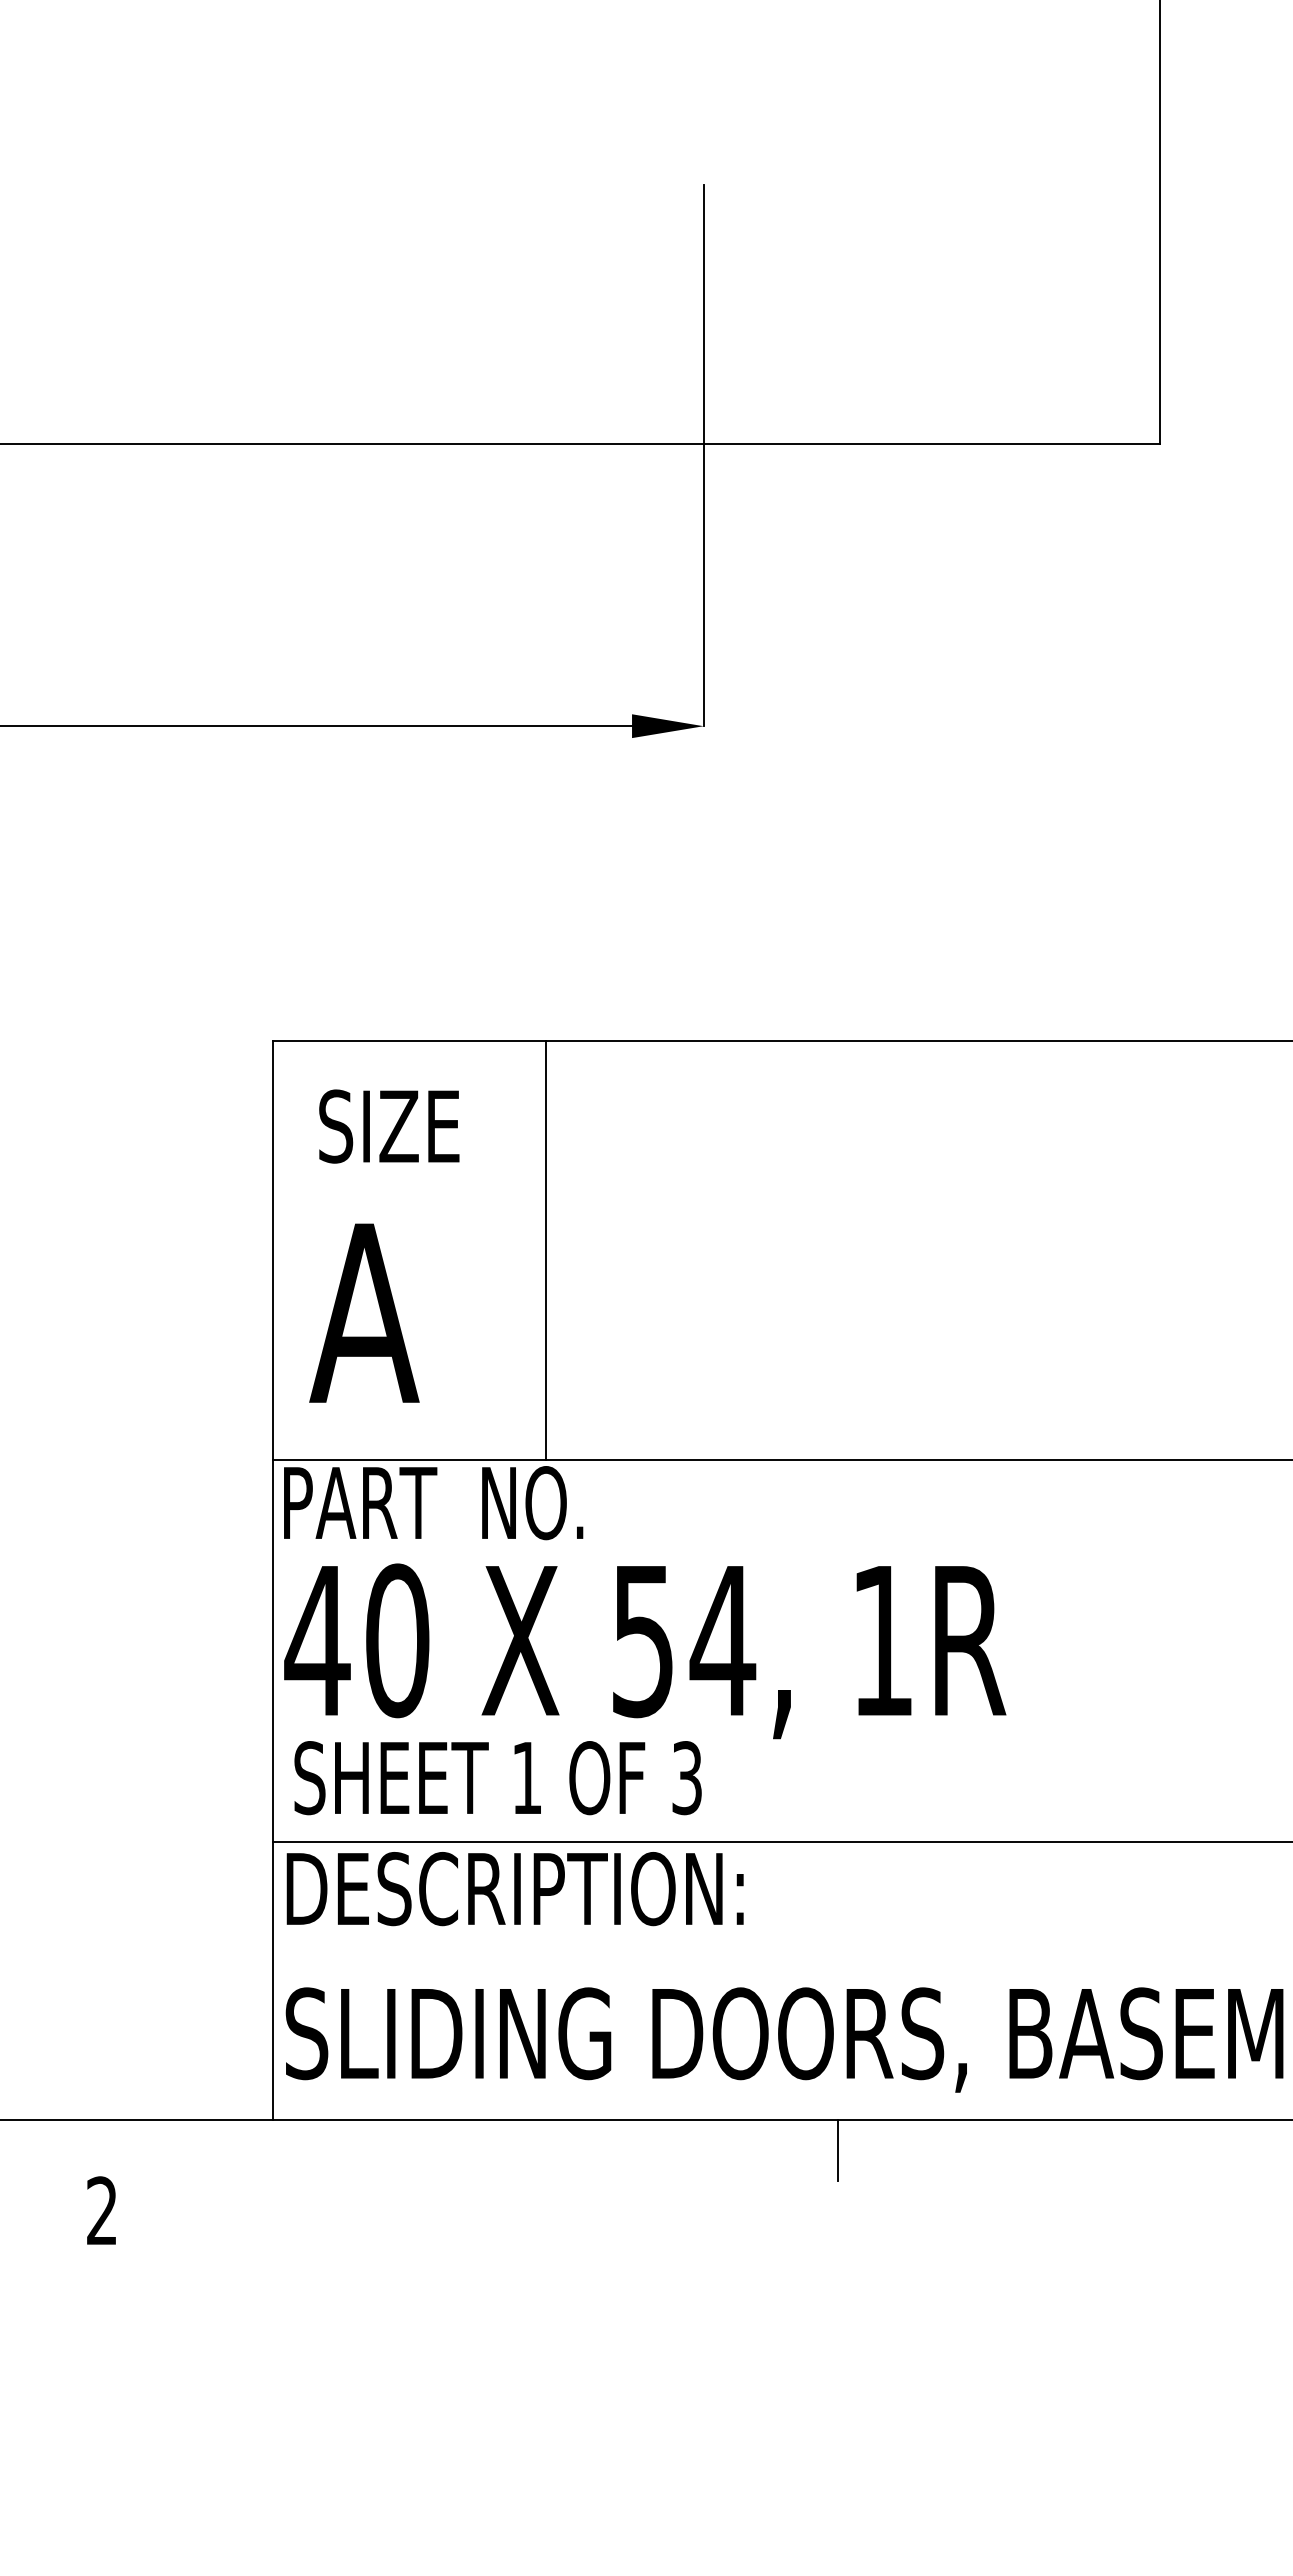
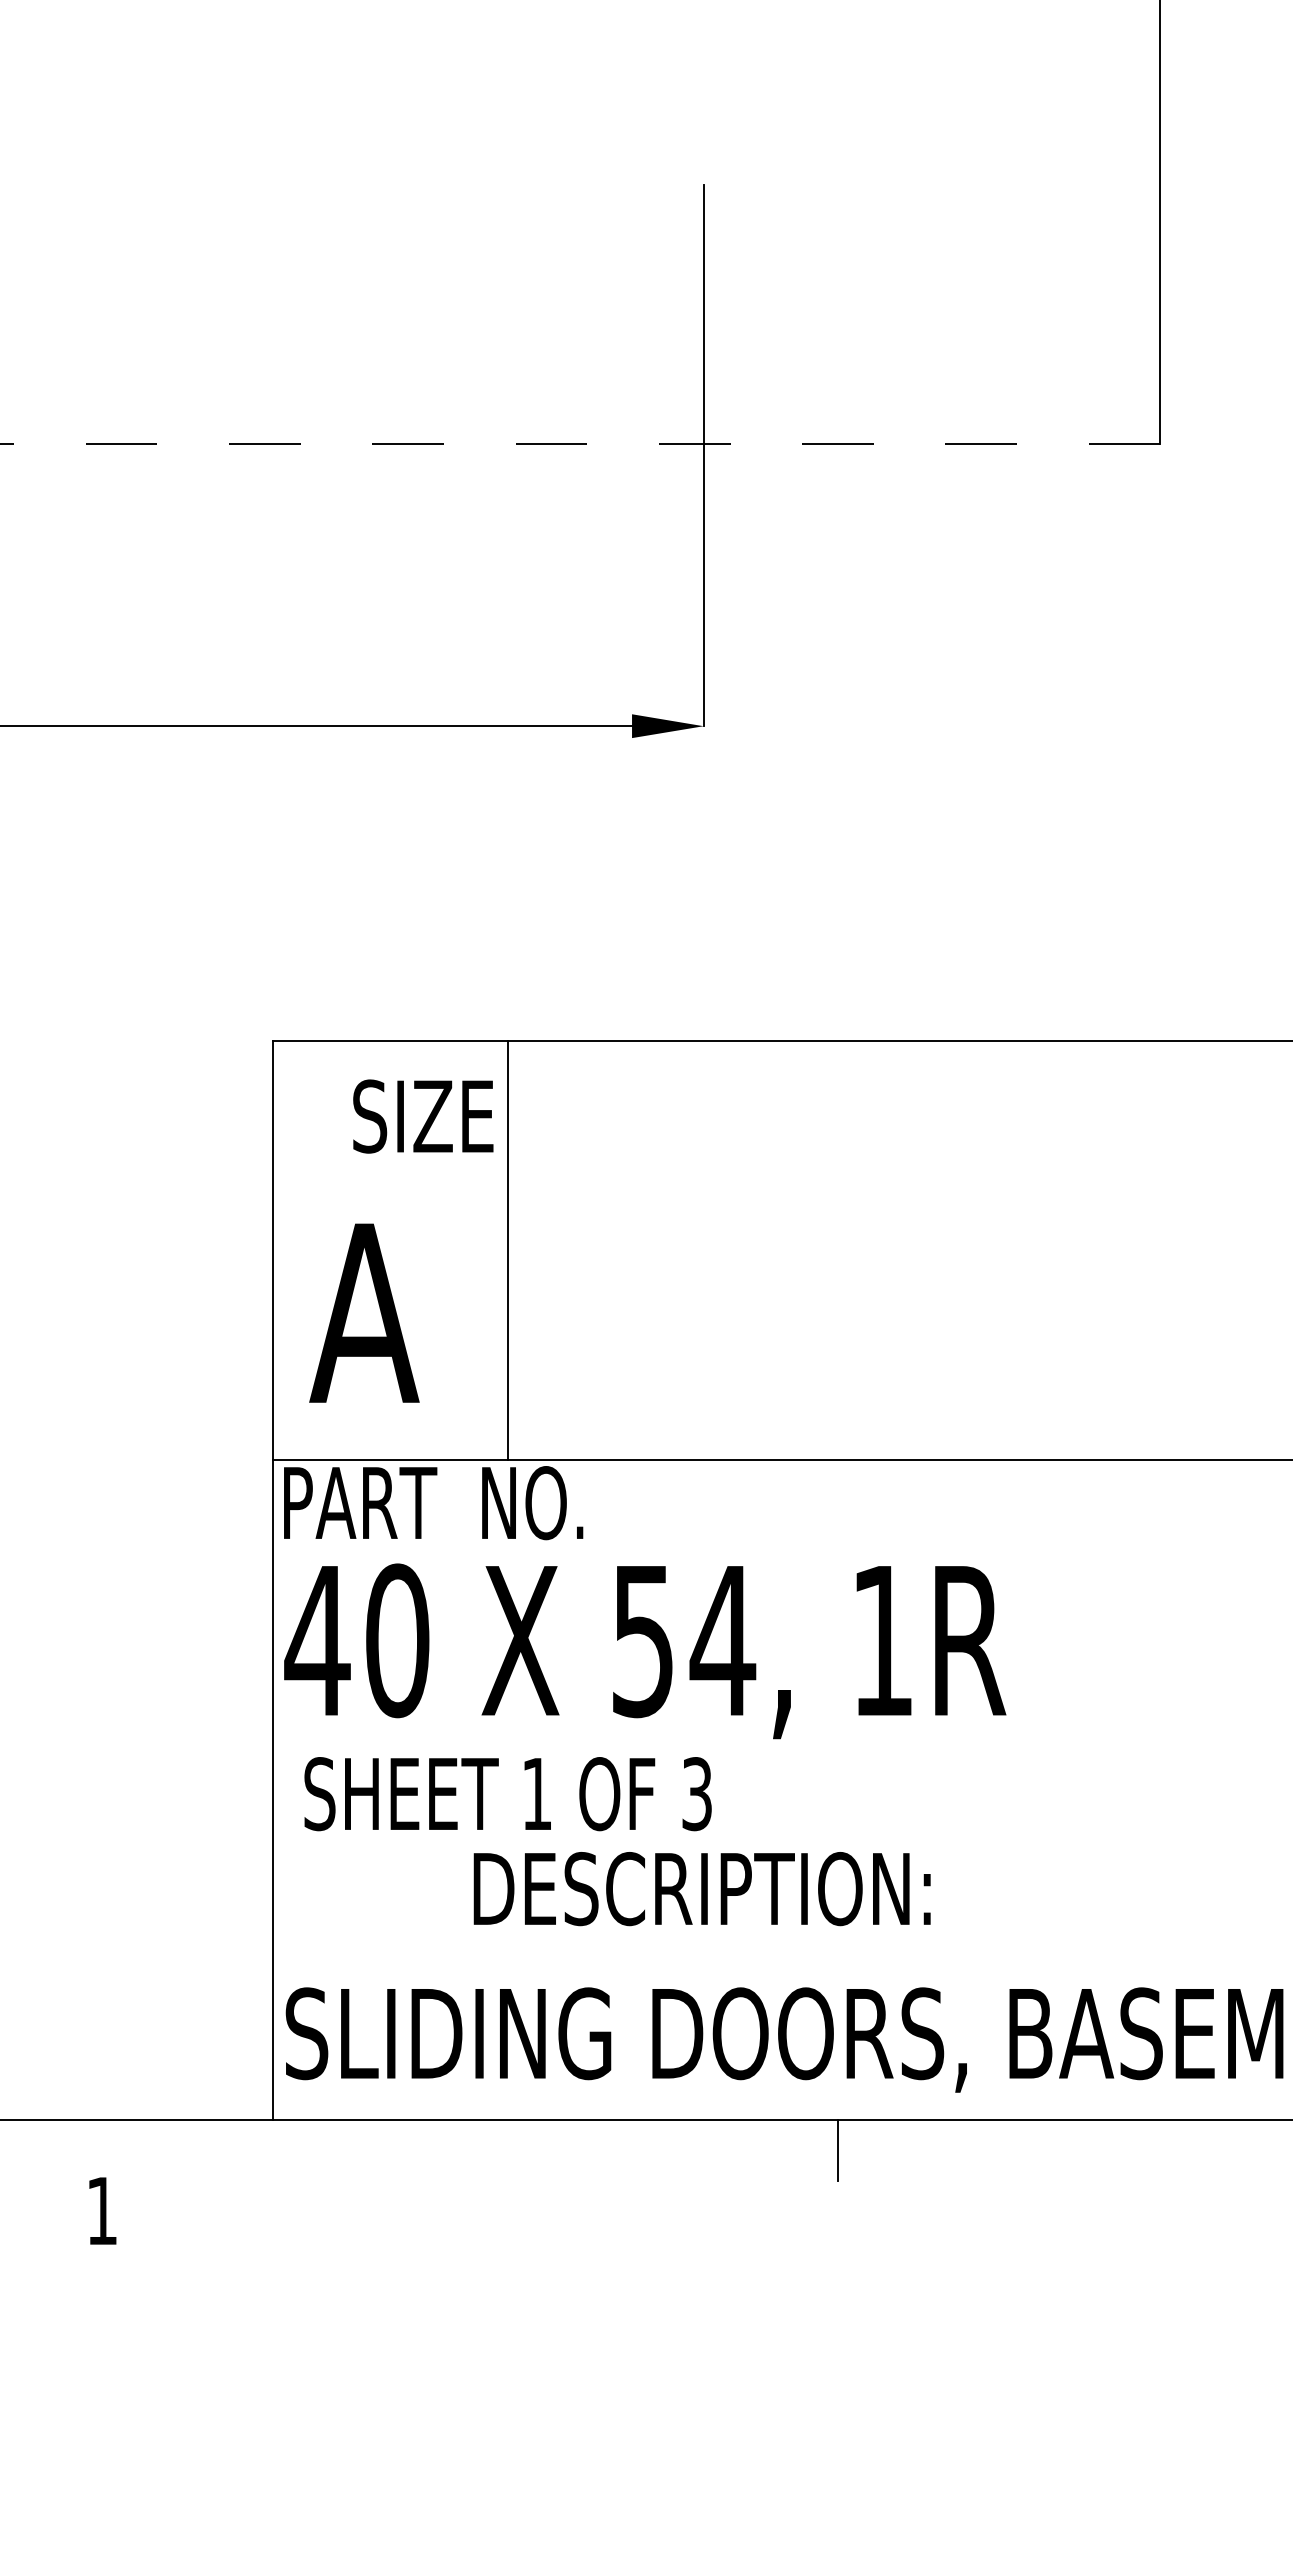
line at (580, 444): solid -> dashed
text at (389, 1126) position: (389, 1126) -> (423, 1116)
line at (545, 1249) position: (545, 1249) -> (507, 1249)
text at (497, 1778) position: (497, 1778) -> (507, 1794)
line at (780, 1842): present -> none
text at (514, 1889) position: (514, 1889) -> (701, 1889)
text at (101, 2210): 2 -> 1
